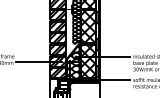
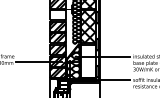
hatch at (57, 15): present -> none
hatch at (88, 61): present -> none
